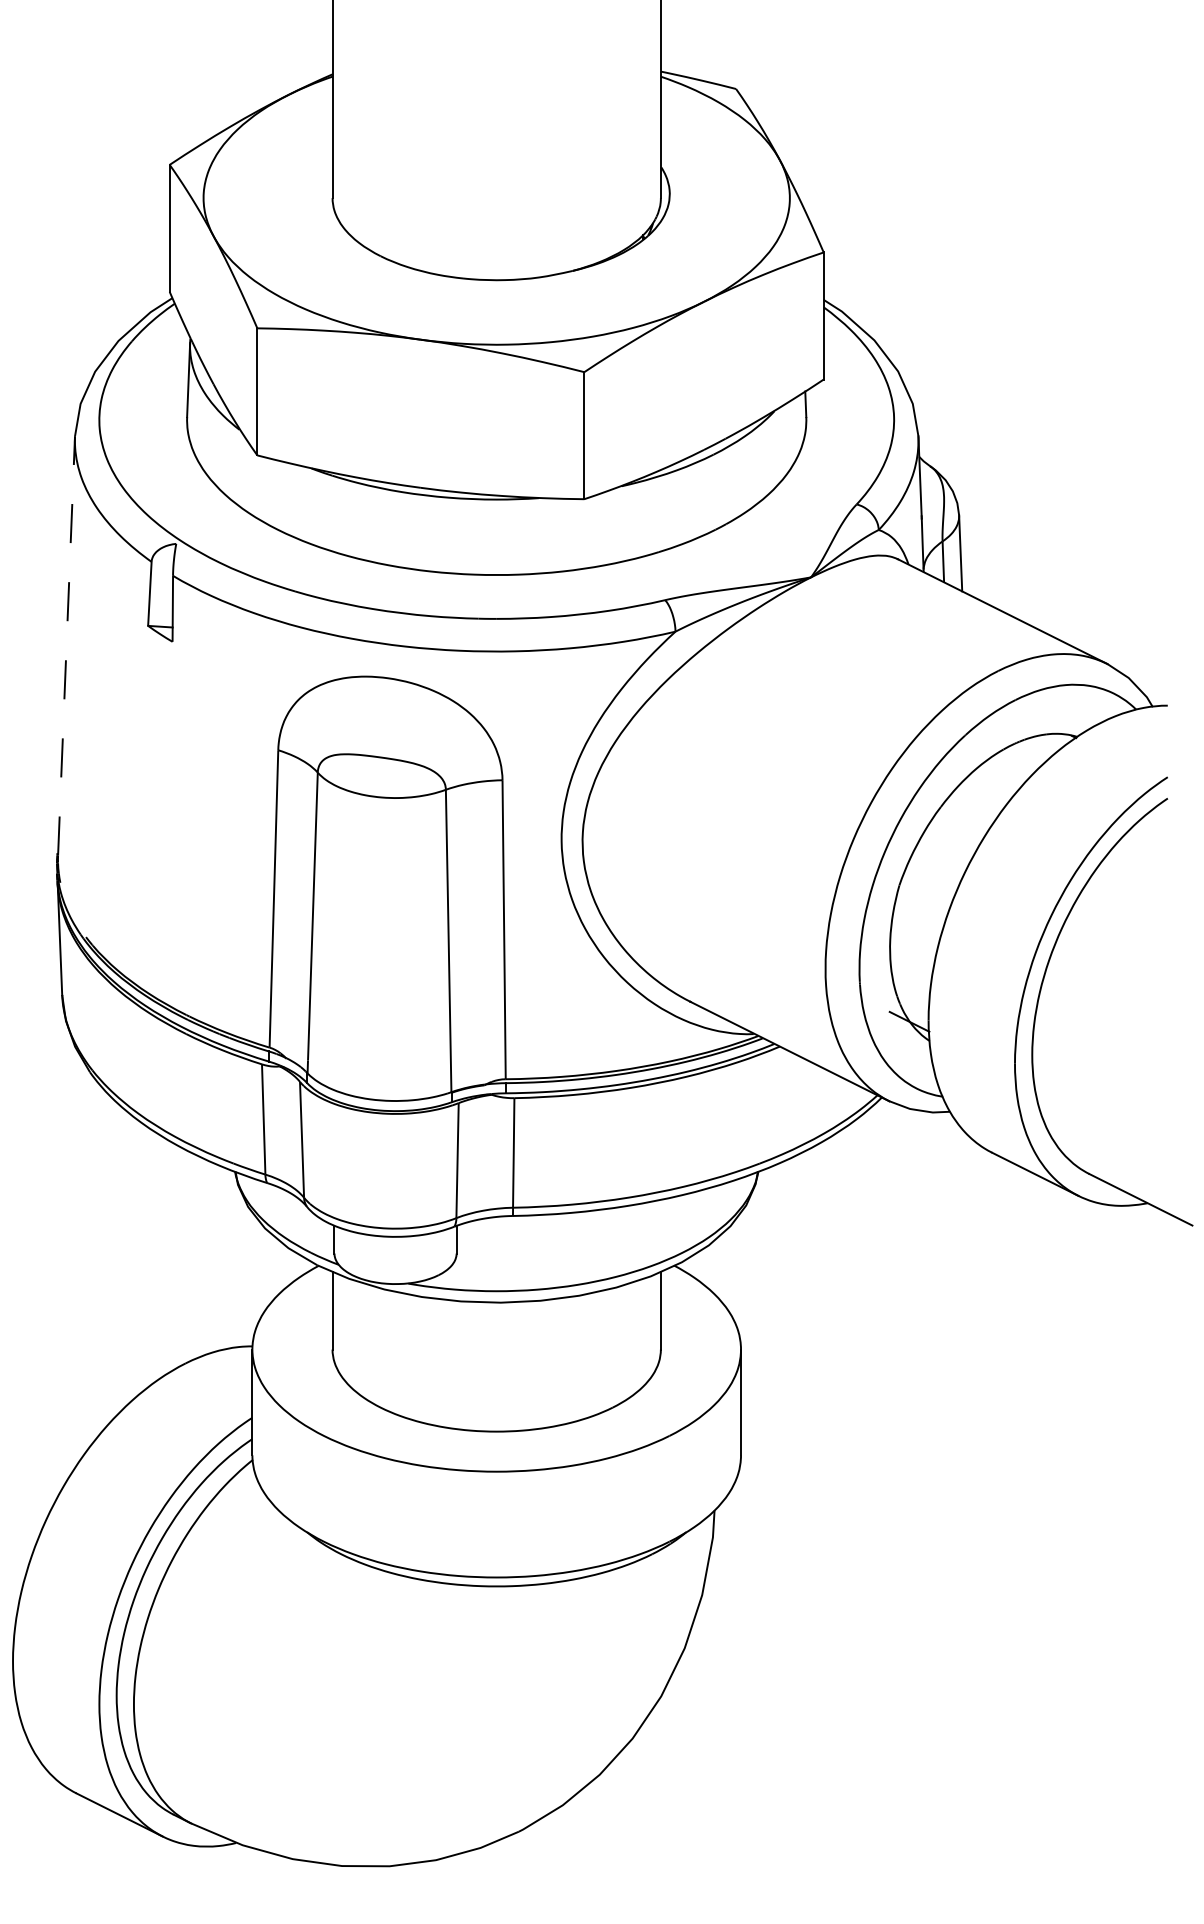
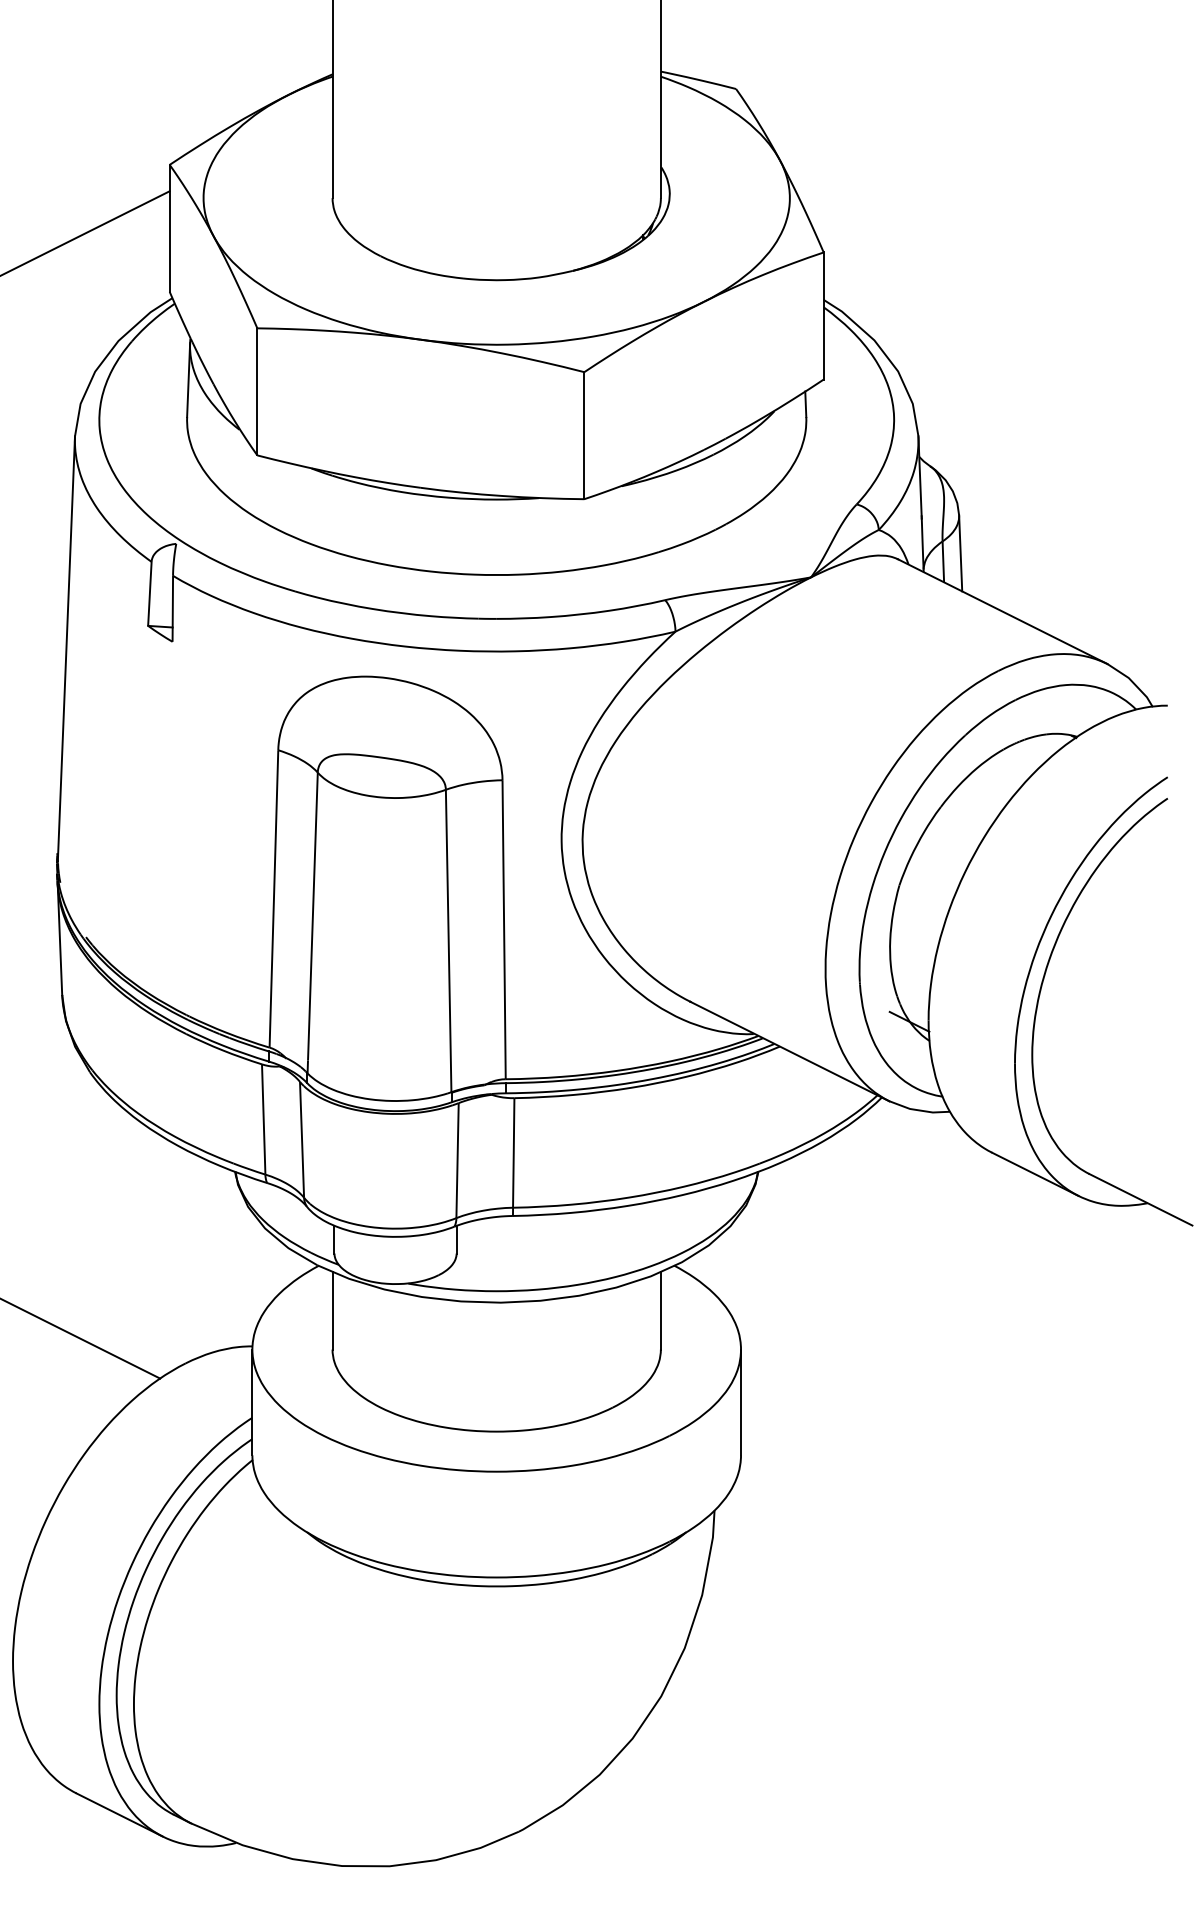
line at (85, 232): none -> present
line at (66, 645): dashed -> solid
line at (81, 1338): none -> present
